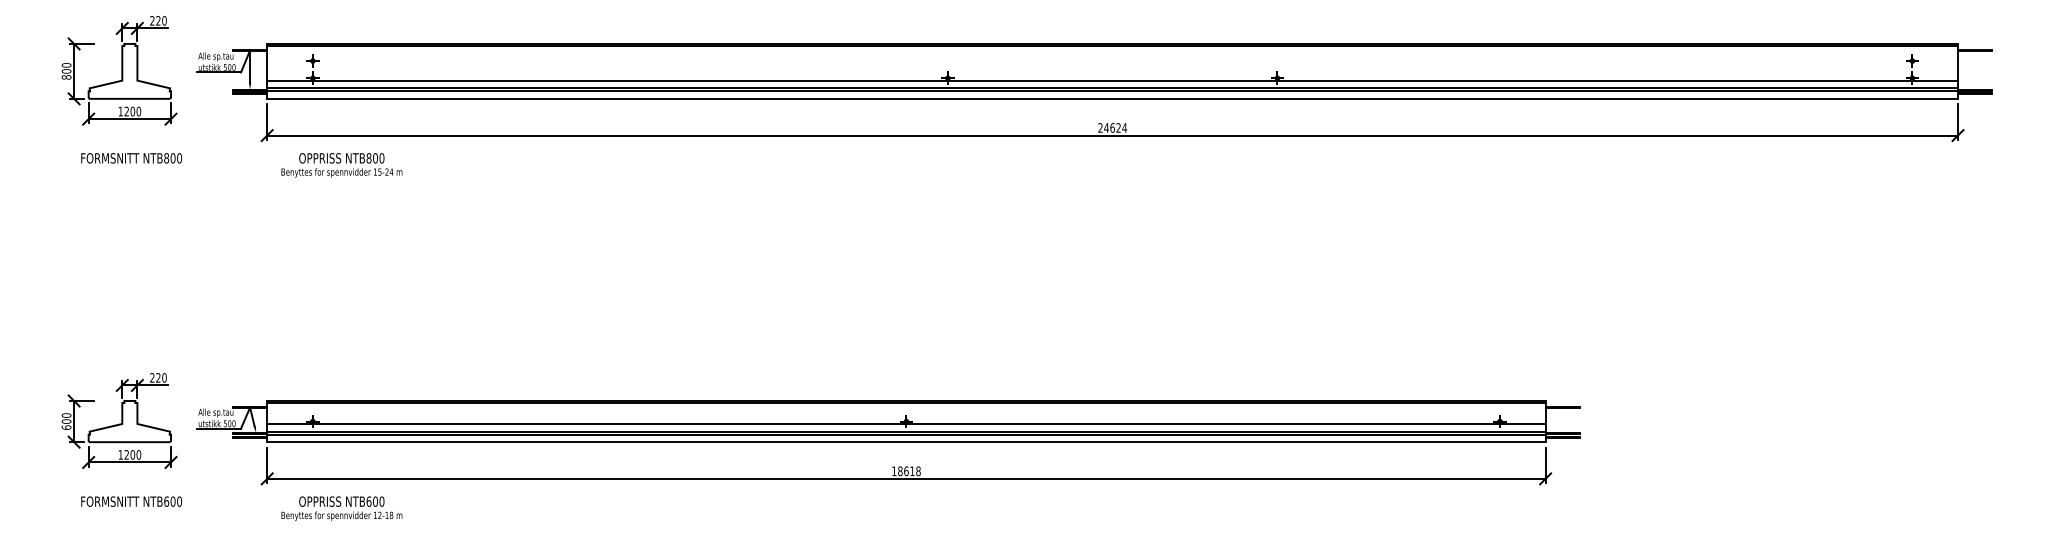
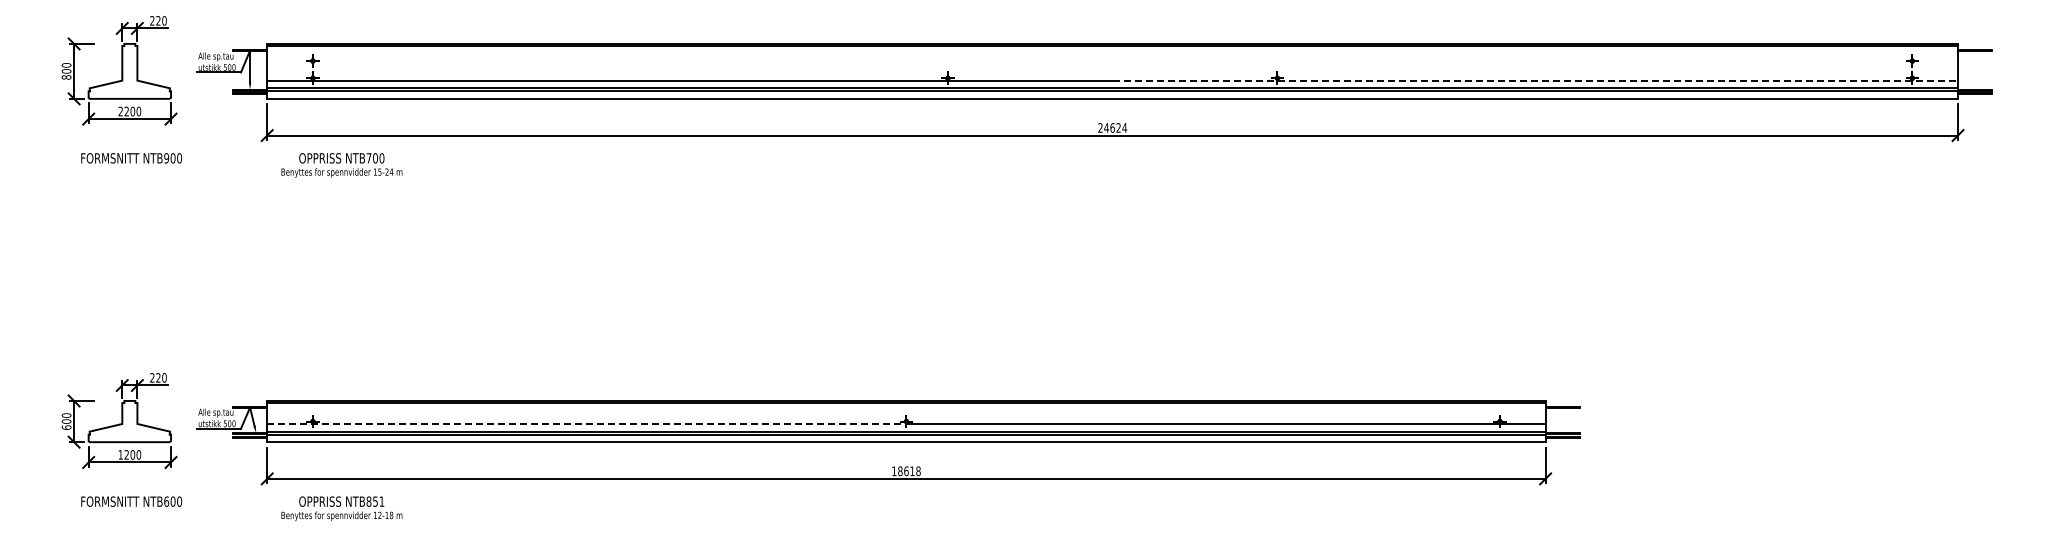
line at (1535, 80): solid -> dashed
text at (120, 111): 1200 -> 2200
text at (166, 158): NTB800 -> NTB900
text at (368, 158): NTB800 -> NTB700
line at (586, 423): solid -> dashed
text at (375, 501): NTB600 -> NTB851
